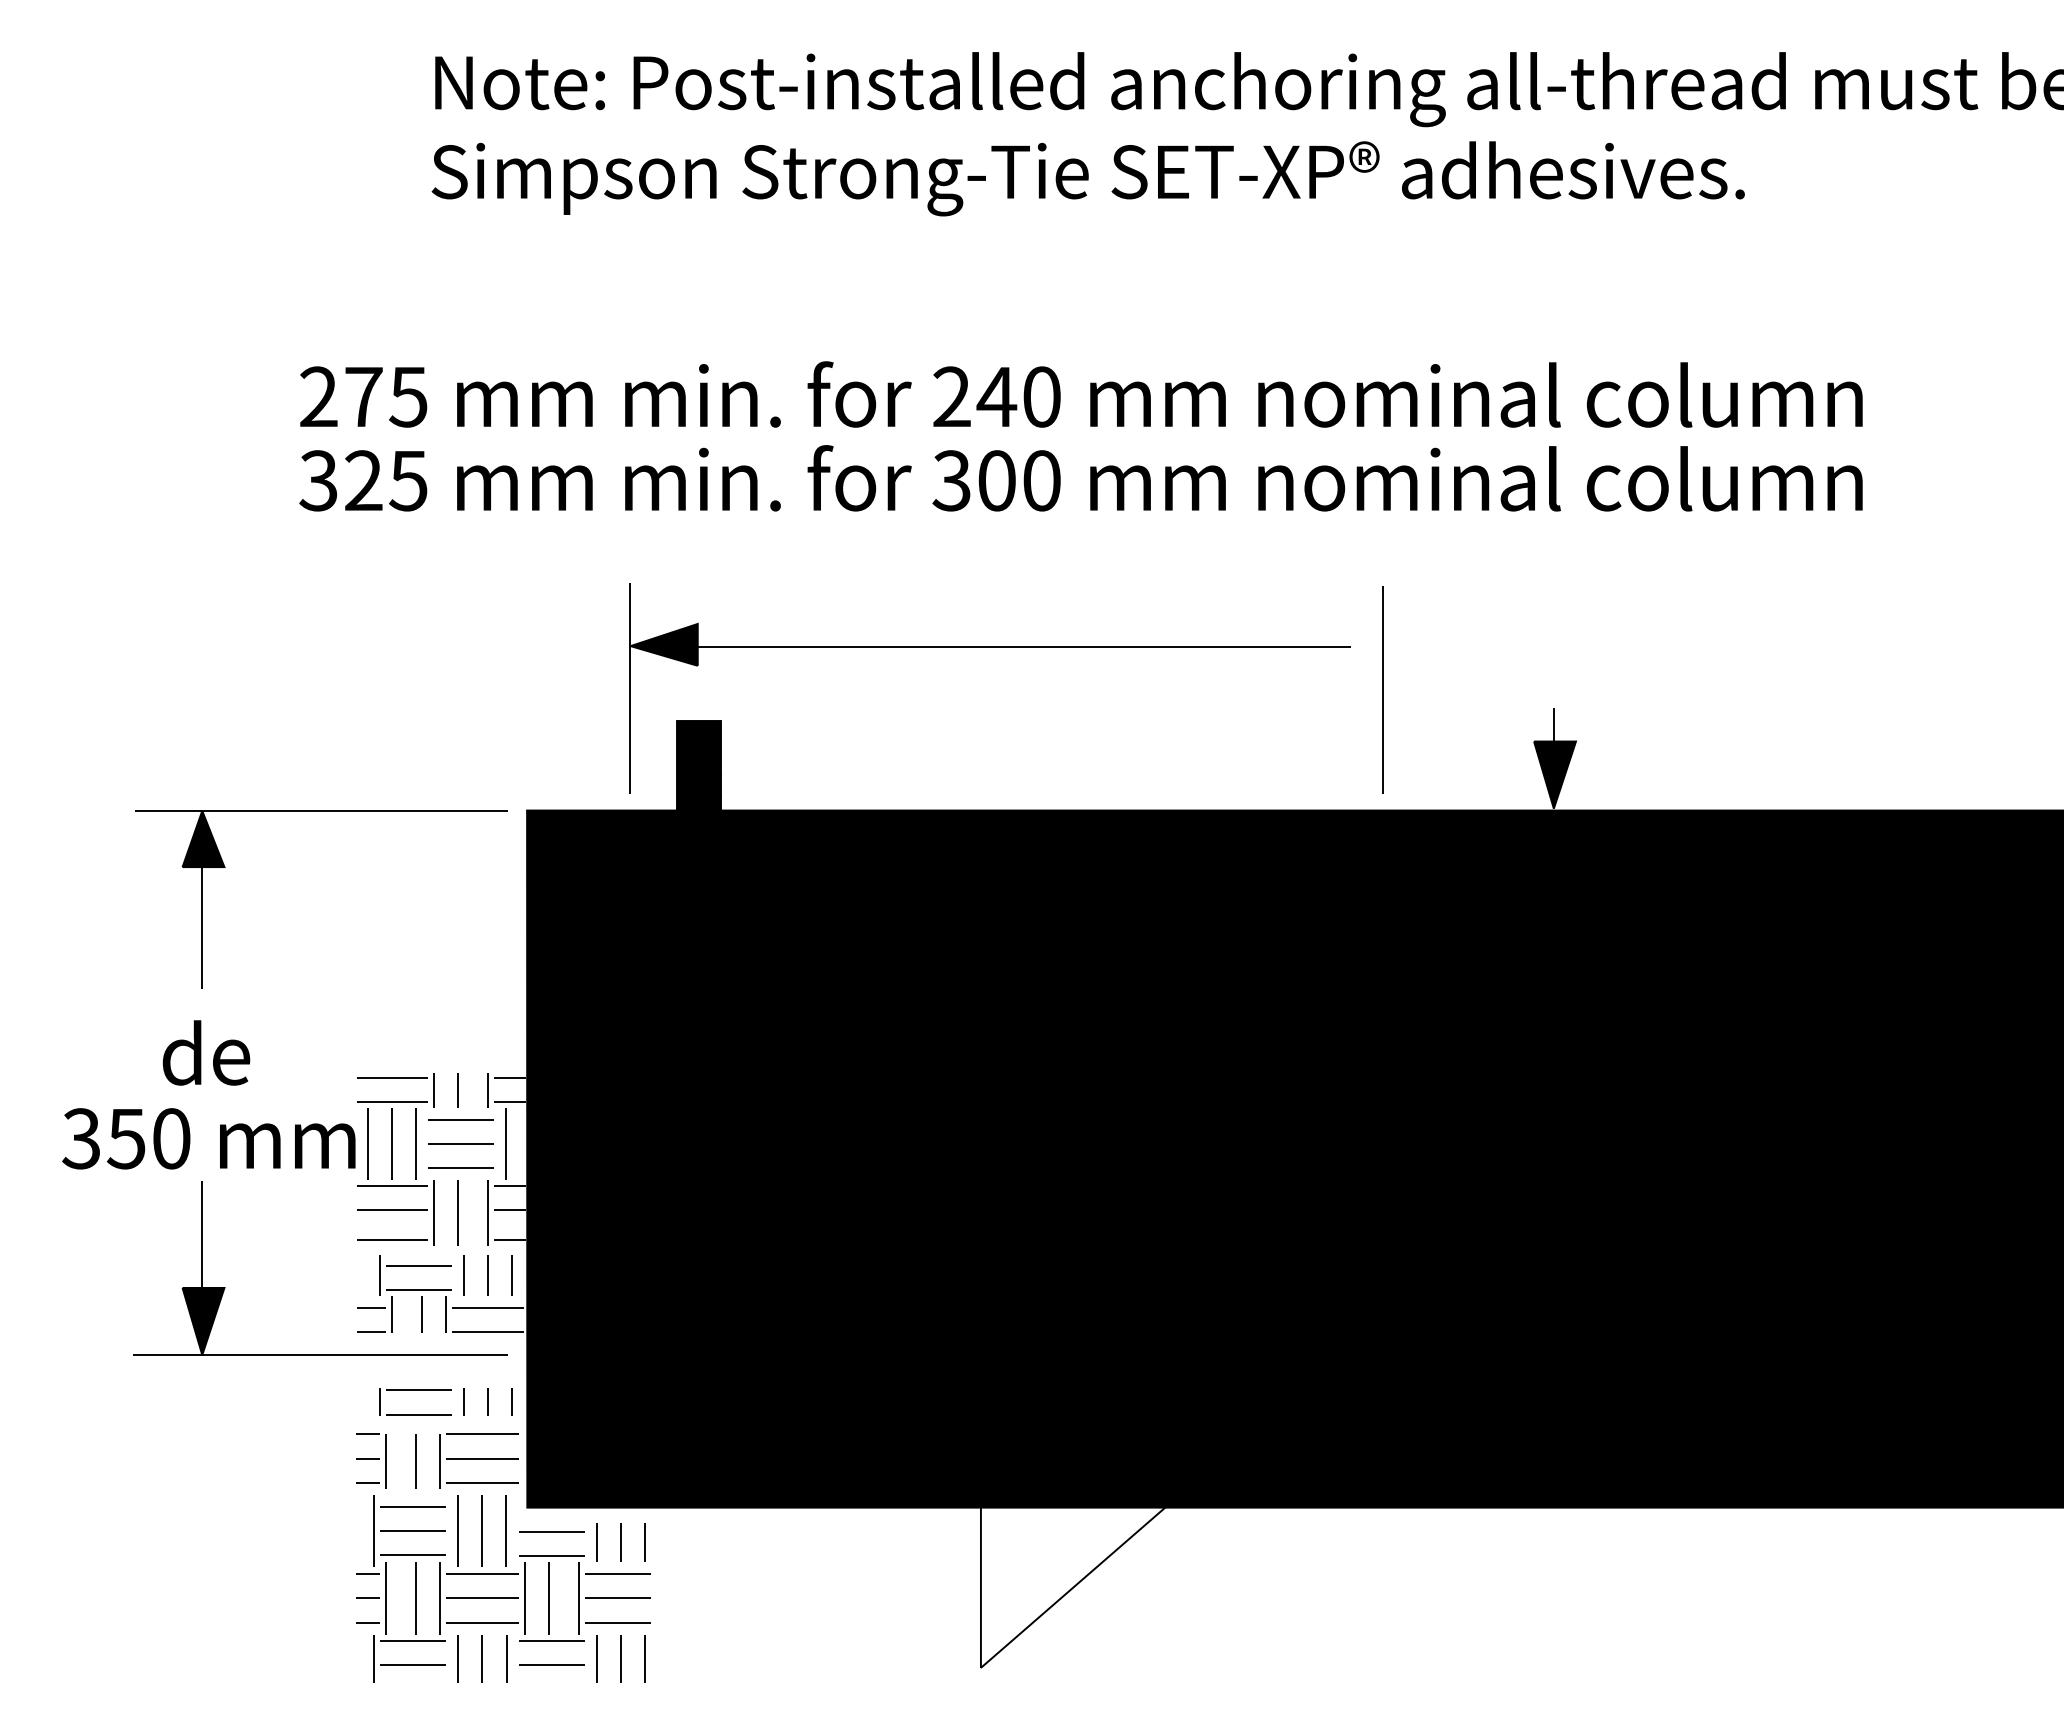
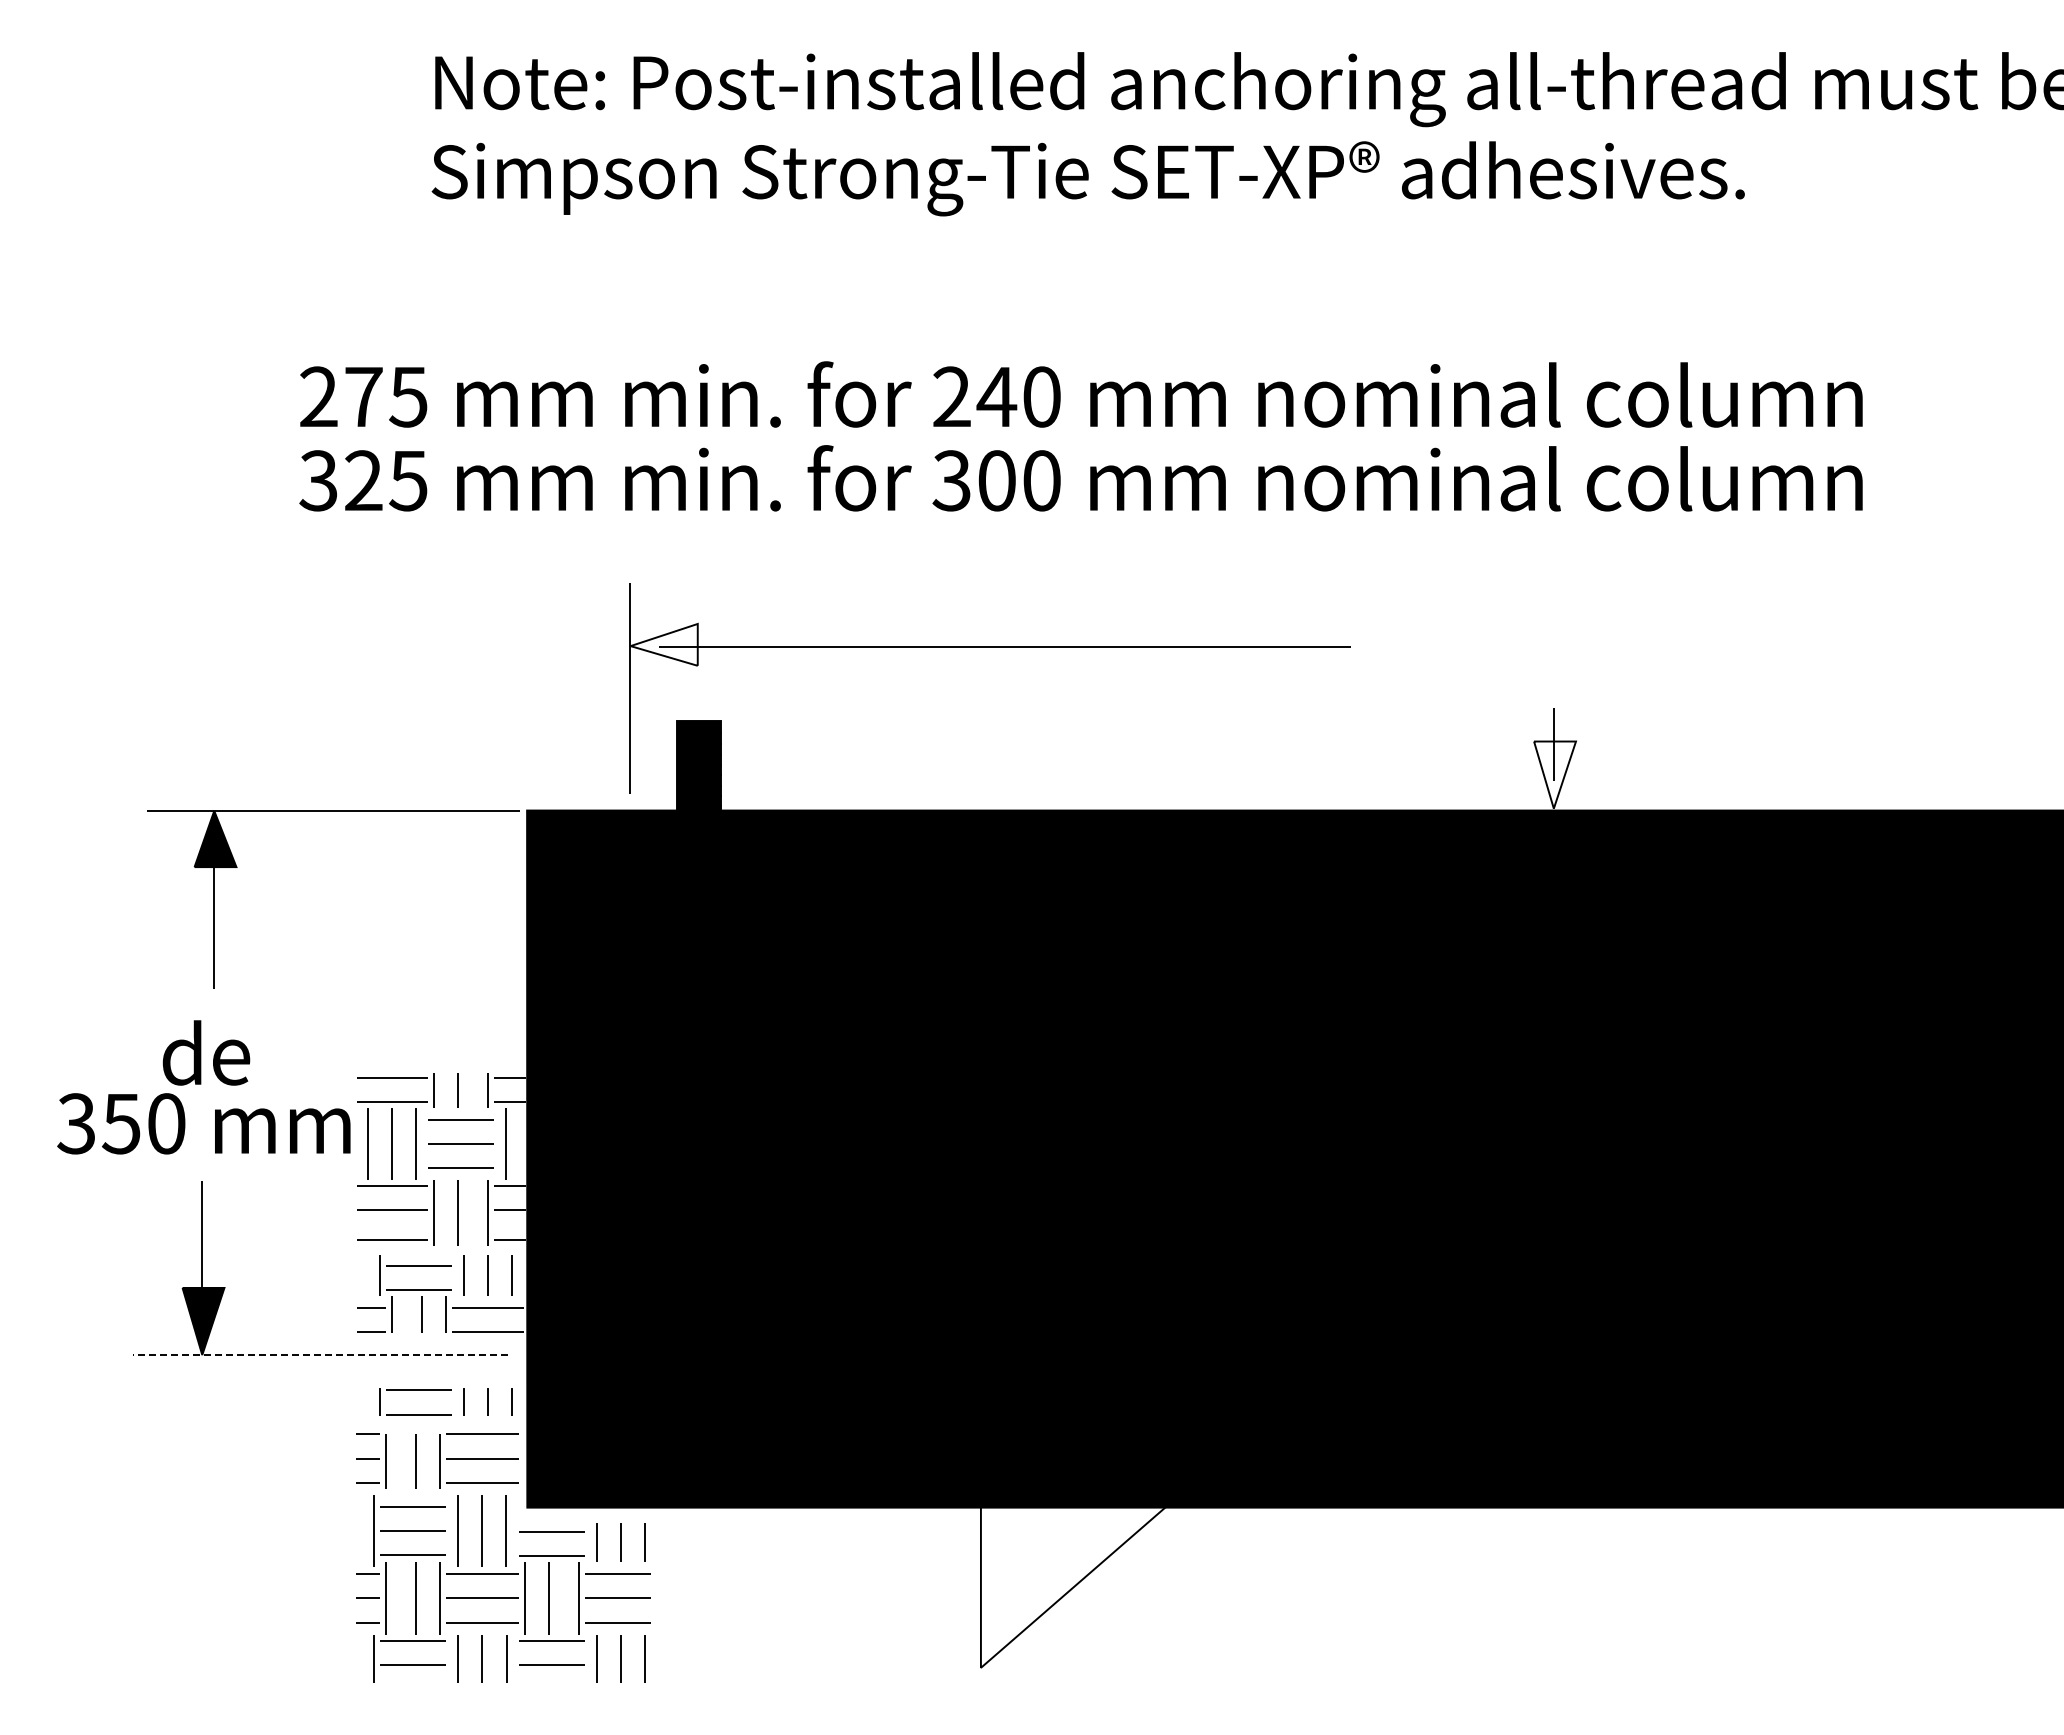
fill at (663, 644): present -> none
line at (1382, 689): present -> none
fill at (1555, 774): present -> none
part at (321, 811) position: (321, 811) -> (333, 811)
text at (208, 1138) position: (208, 1138) -> (203, 1123)
line at (320, 1355): solid -> dashed
